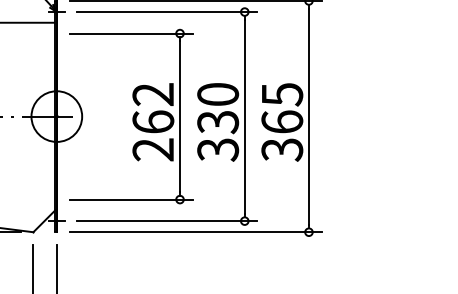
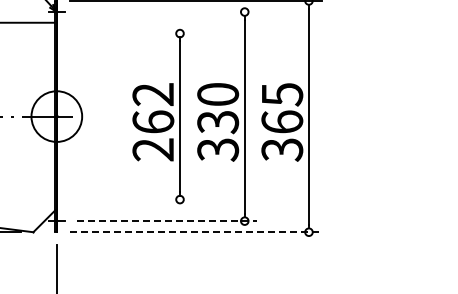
line at (167, 12): present -> none
line at (130, 33): present -> none
line at (130, 199): present -> none
line at (167, 221): solid -> dashed
line at (196, 232): solid -> dashed
line at (33, 267): present -> none
